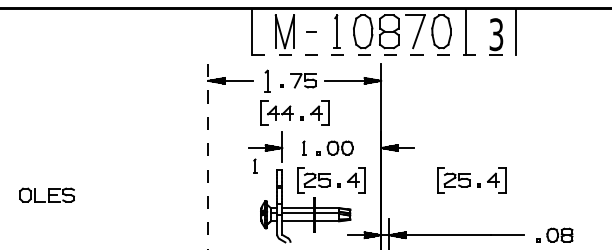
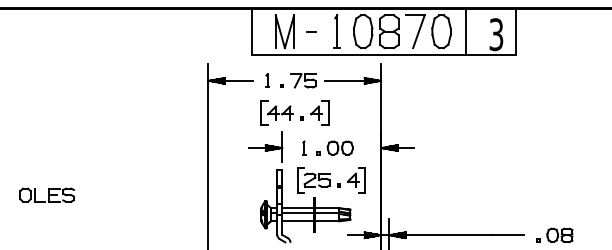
line at (383, 55): dashed -> solid
part at (267, 80) size: 7x24 px -> 5x15 px
line at (208, 157): dashed -> solid
part at (255, 165): present -> none
part at (471, 180): present -> none
